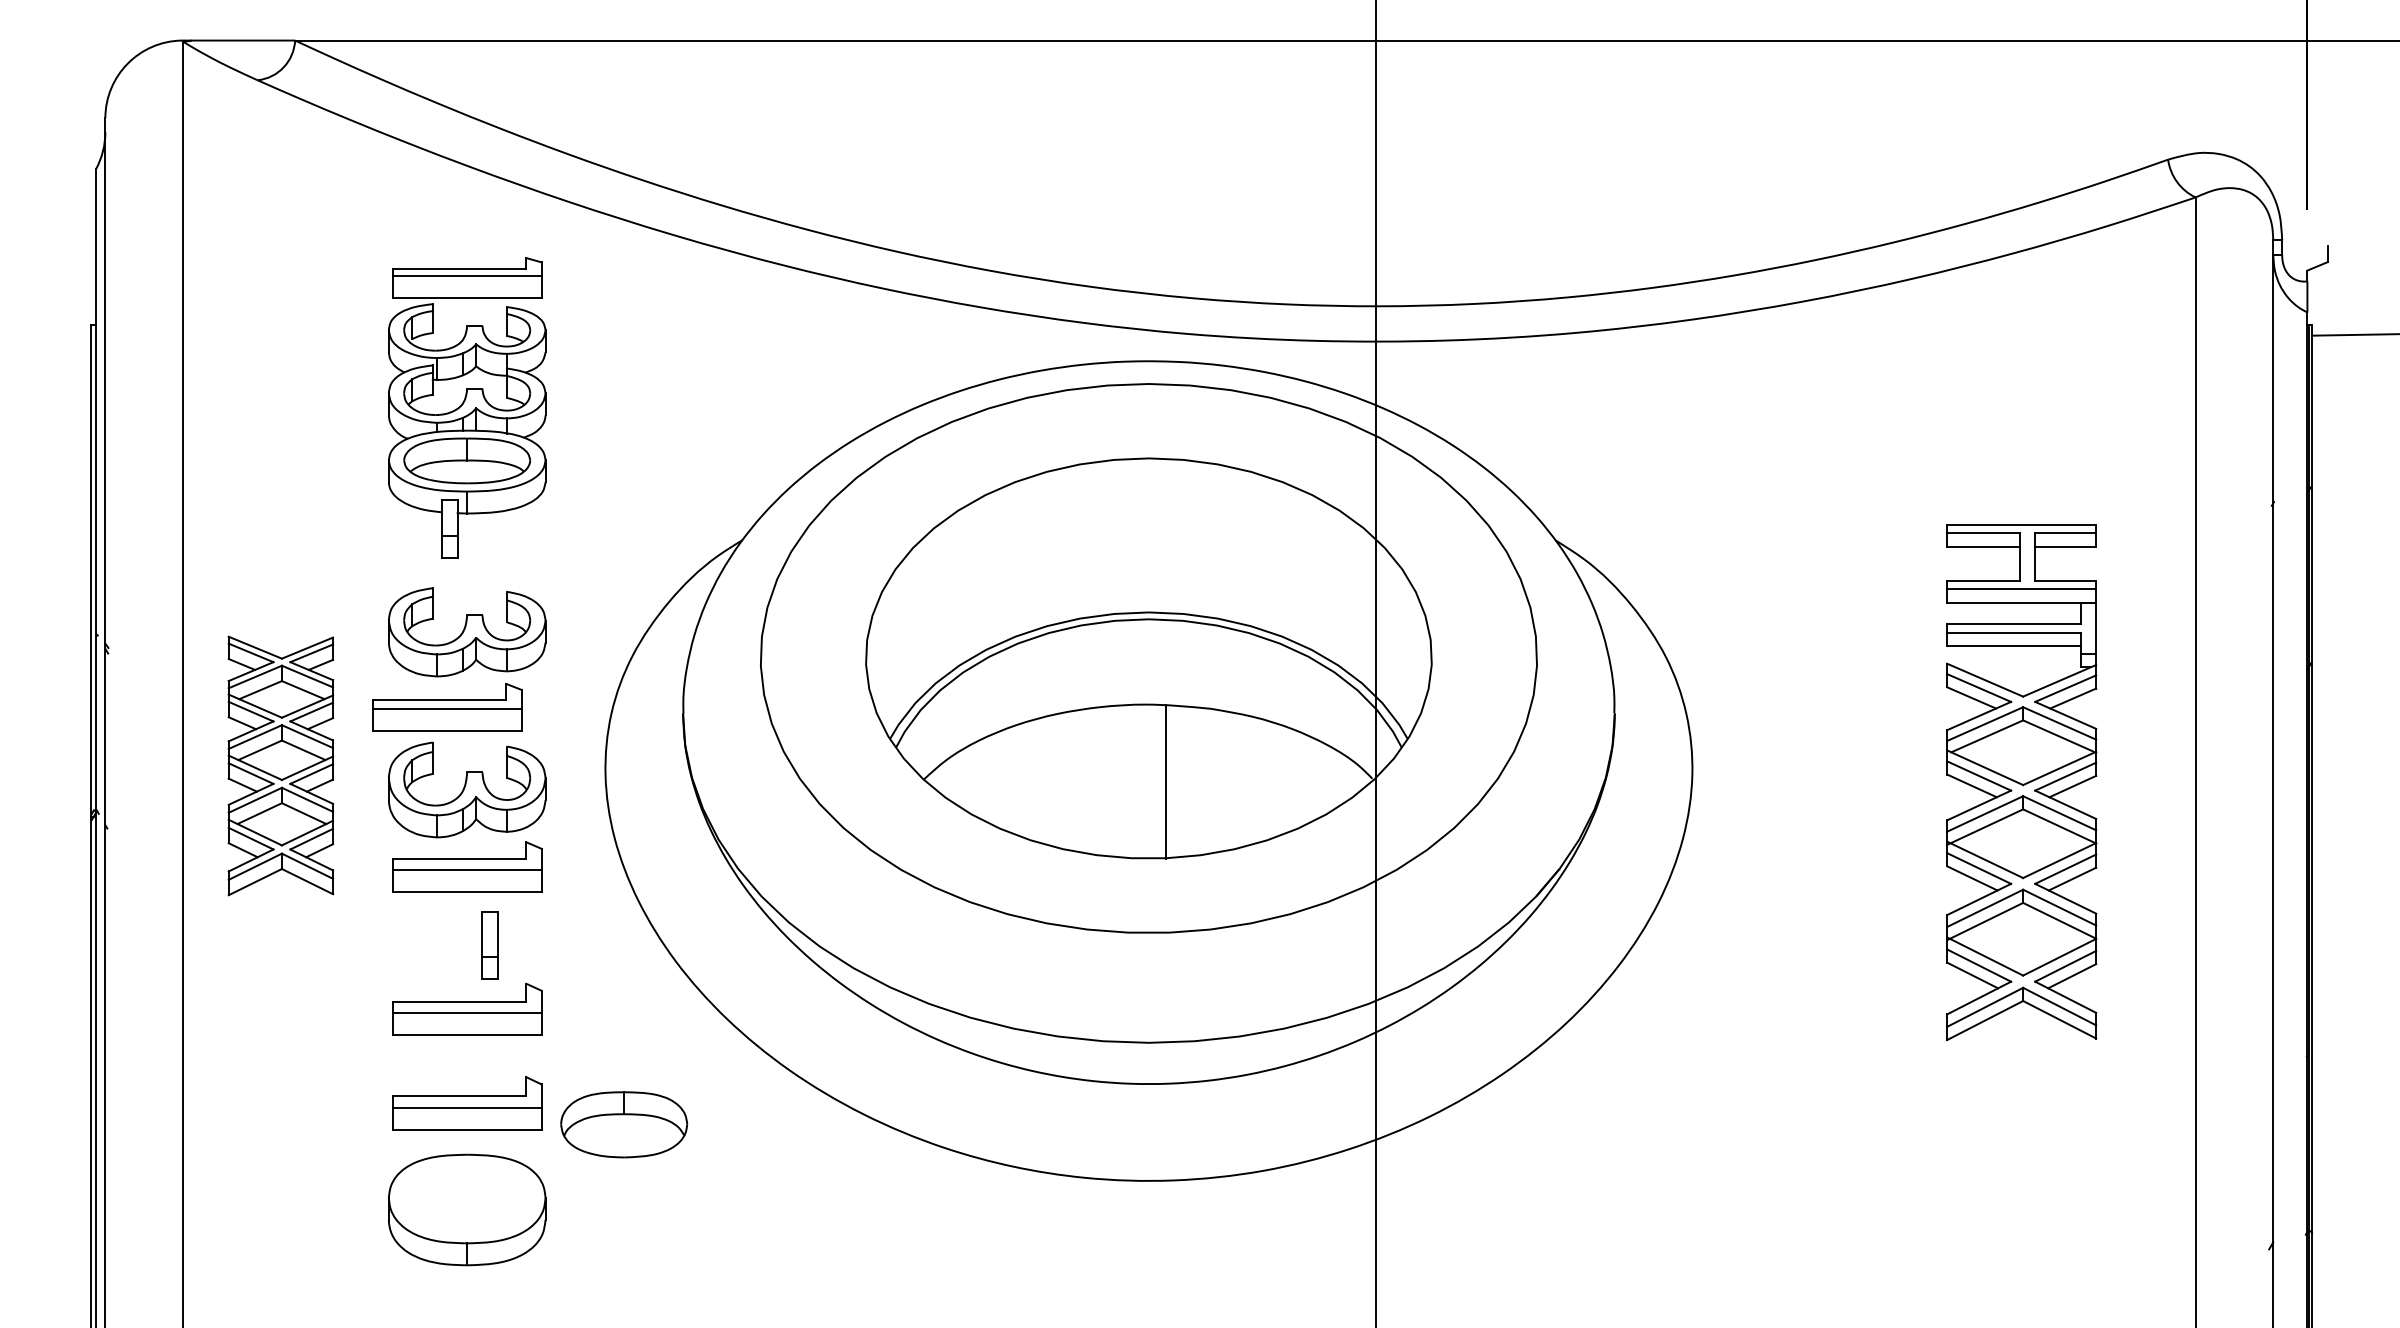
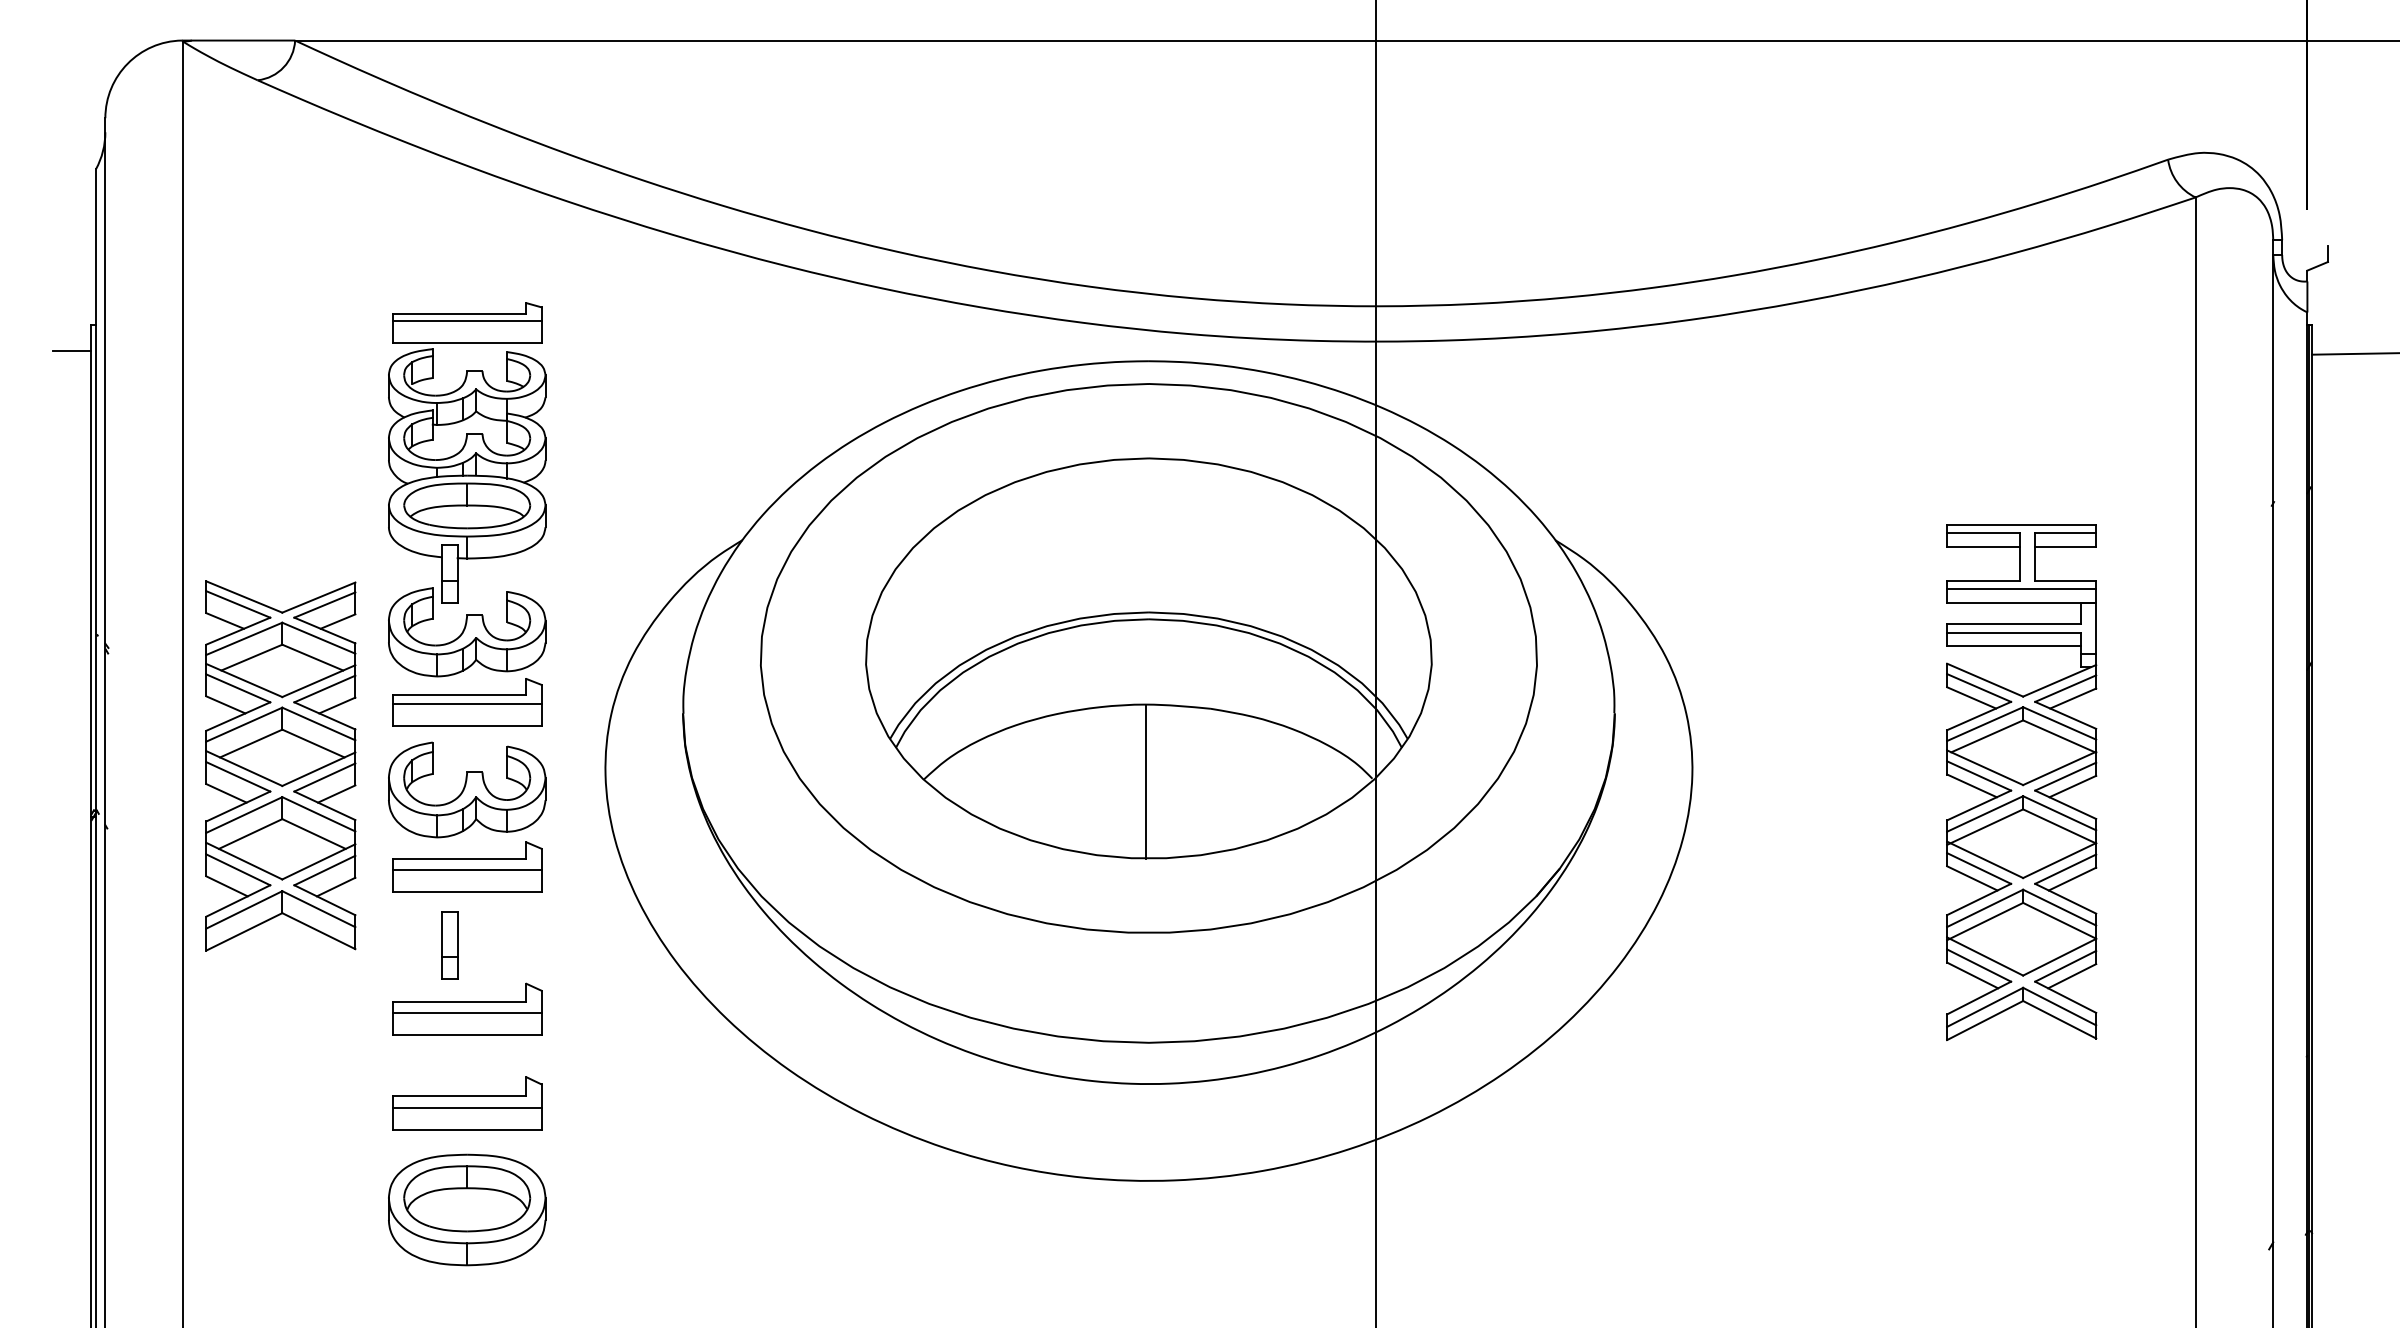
line at (2354, 334) position: (2354, 334) -> (2354, 353)
line at (71, 351): none -> present
part at (467, 407) position: (467, 407) -> (467, 452)
part at (447, 707) position: (447, 707) -> (467, 702)
part at (280, 765) size: 108x262 px -> 152x372 px
line at (1165, 781) position: (1165, 781) -> (1145, 781)
part at (489, 945) position: (489, 945) -> (449, 945)
part at (624, 1124) position: (624, 1124) -> (467, 1198)
